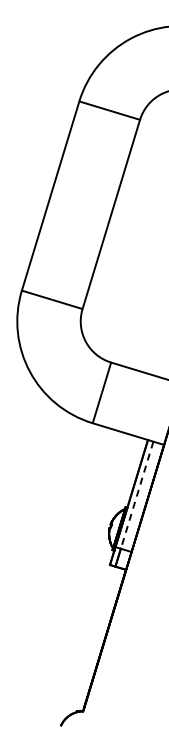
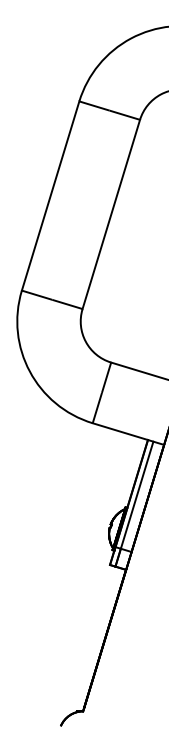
line at (137, 495): dashed -> solid
